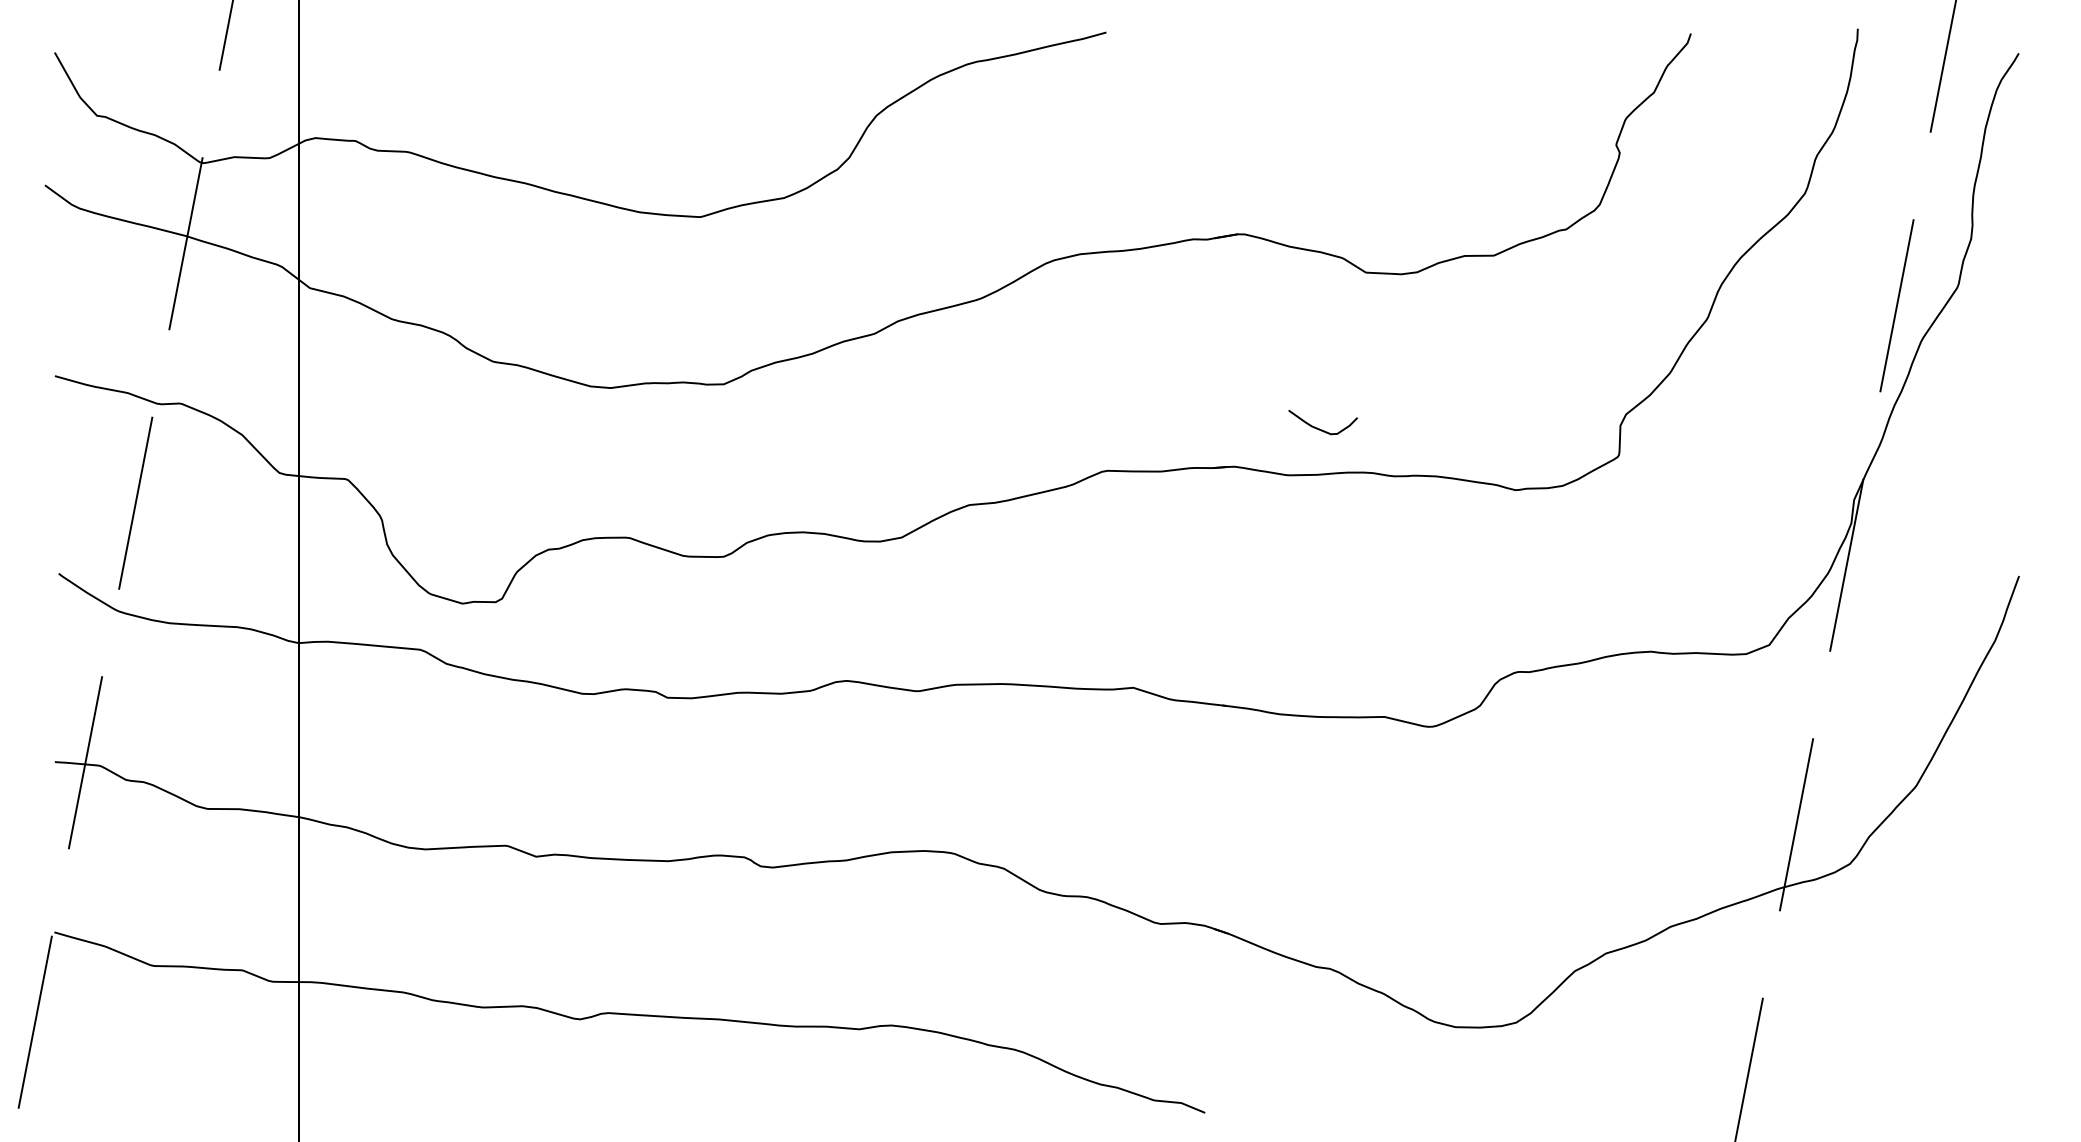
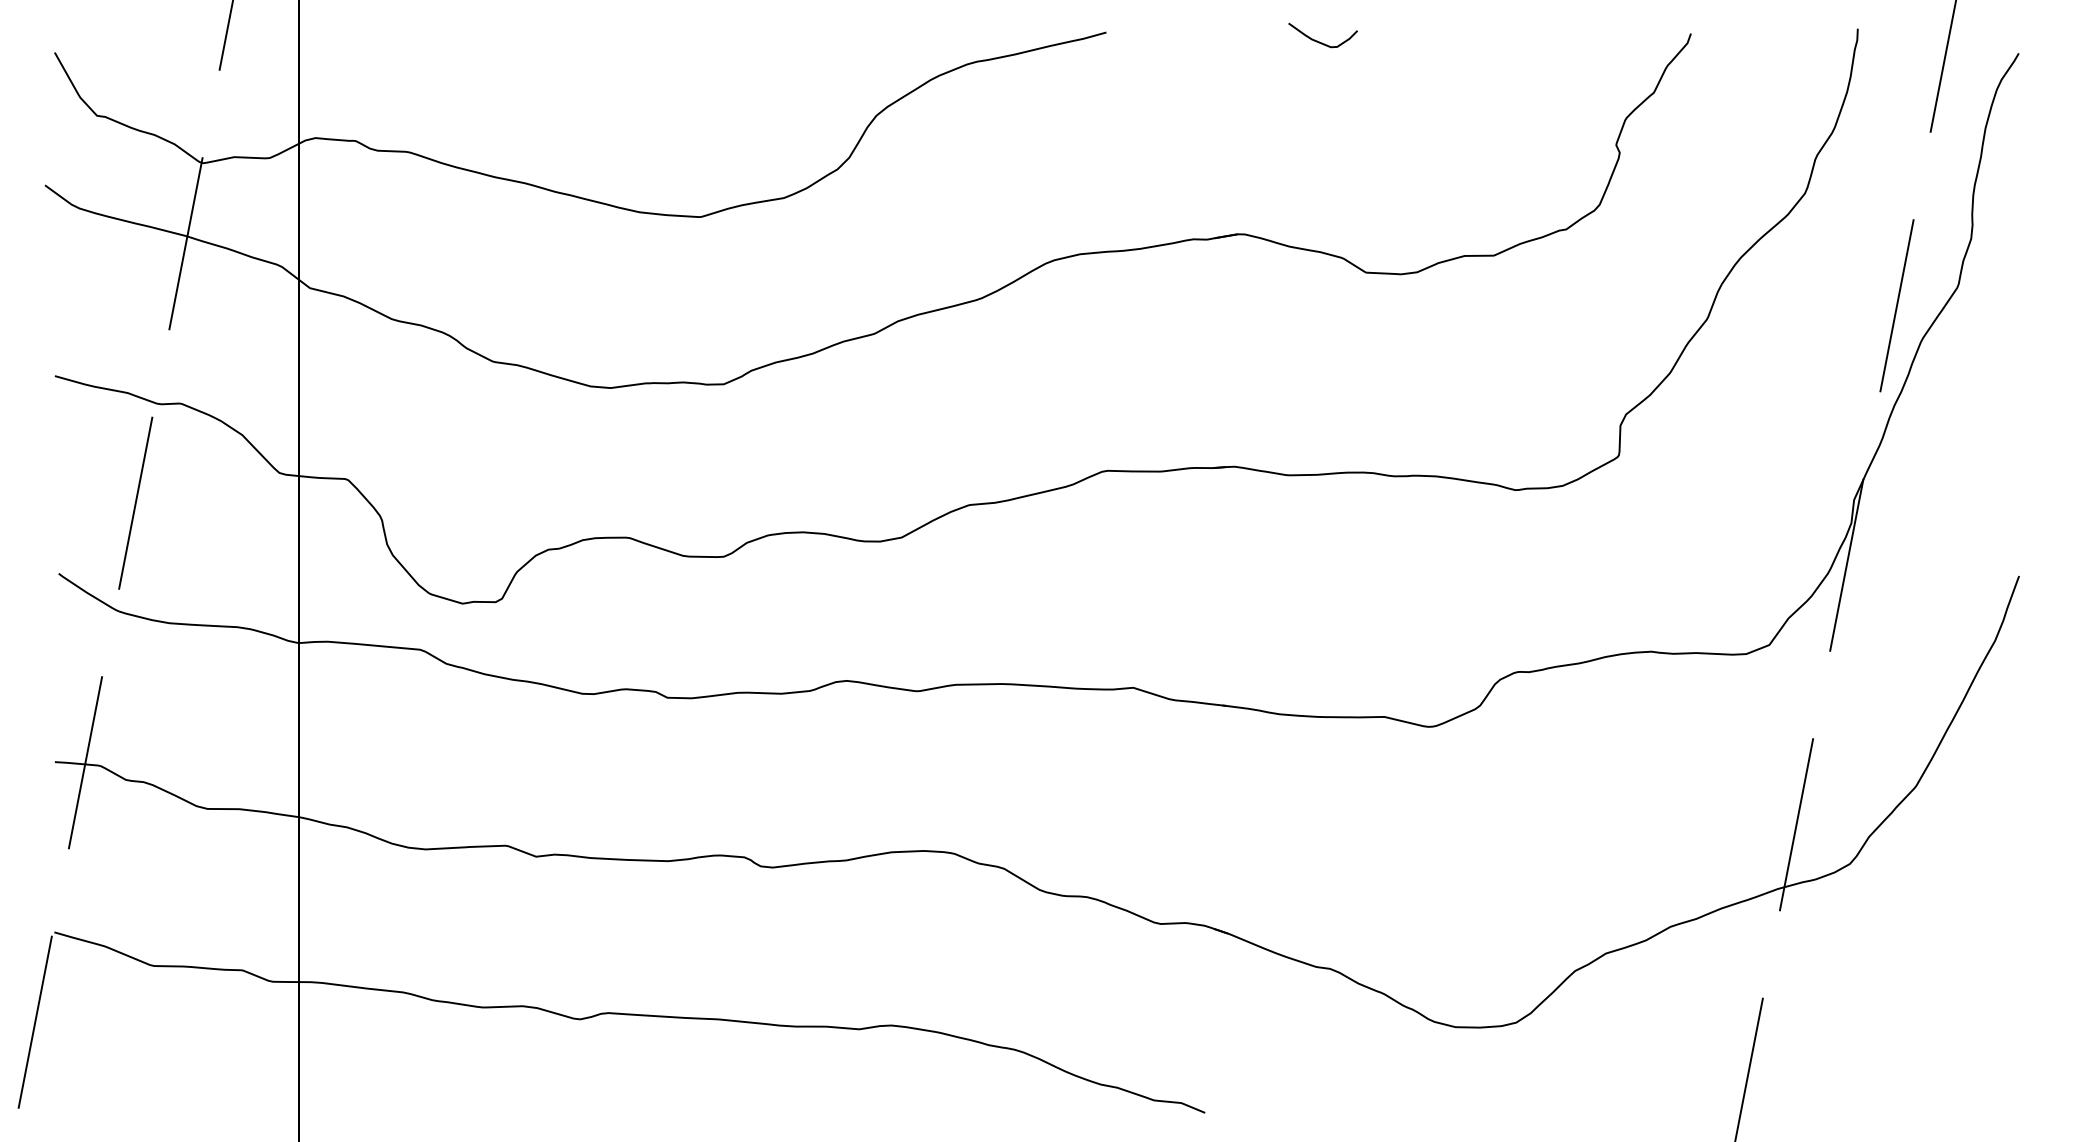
curve at (1319, 428) position: (1319, 428) -> (1319, 41)
